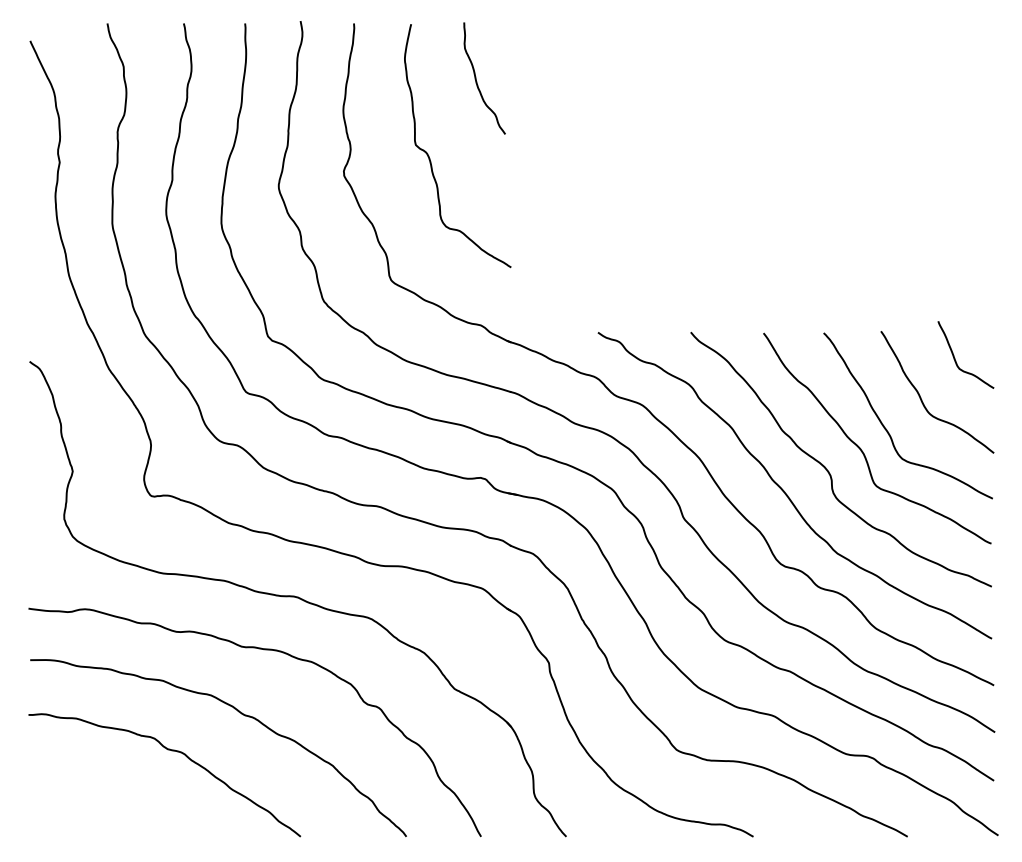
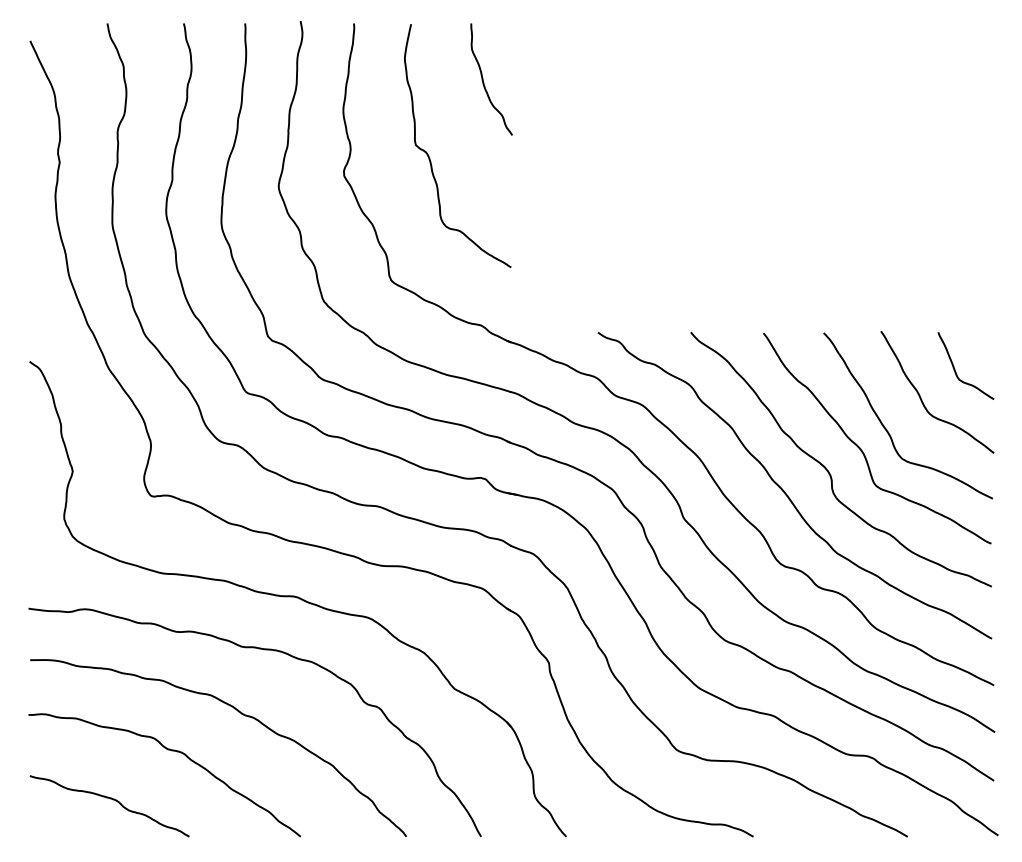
curve at (477, 81) position: (477, 81) -> (484, 82)
curve at (955, 358) position: (955, 358) -> (955, 369)
curve at (110, 799): none -> present
